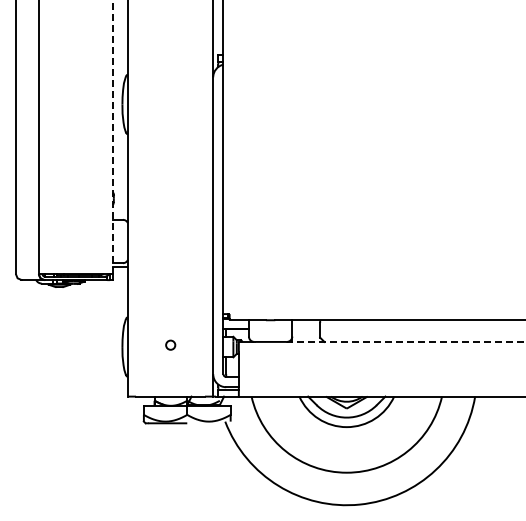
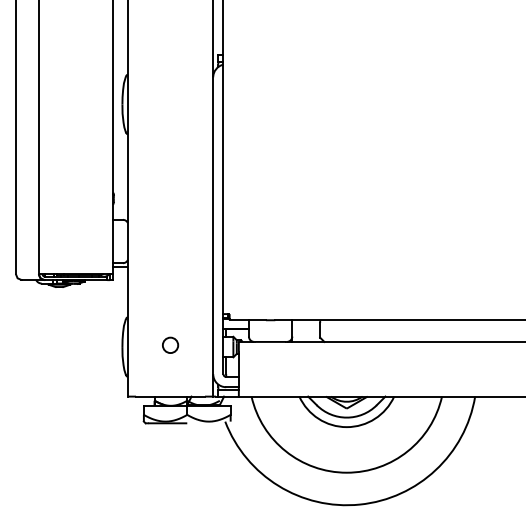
line at (113, 137): dashed -> solid
line at (406, 341): dashed -> solid
circle at (170, 344) size: 12x12 px -> 18x18 px
